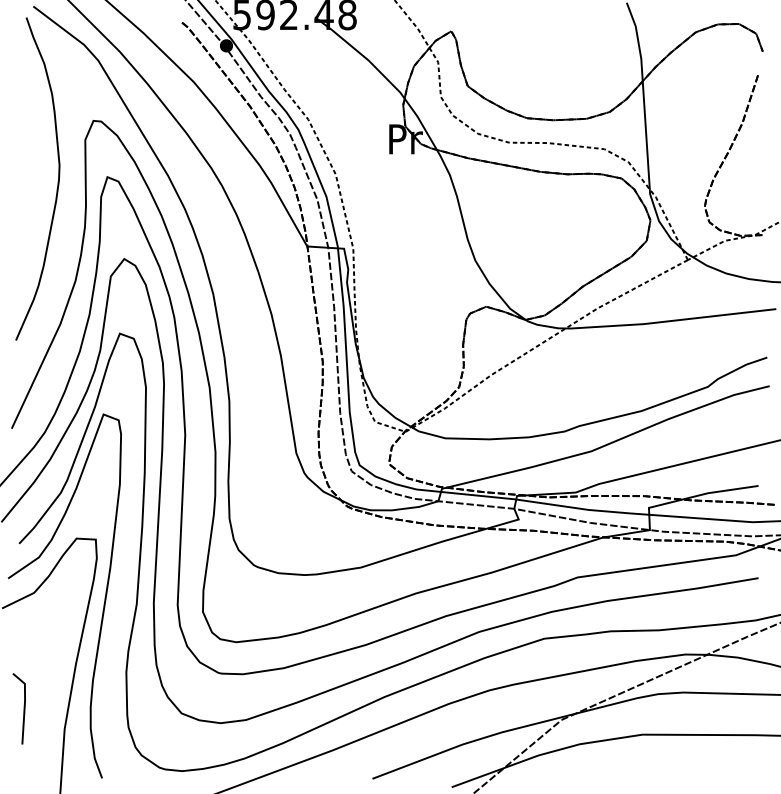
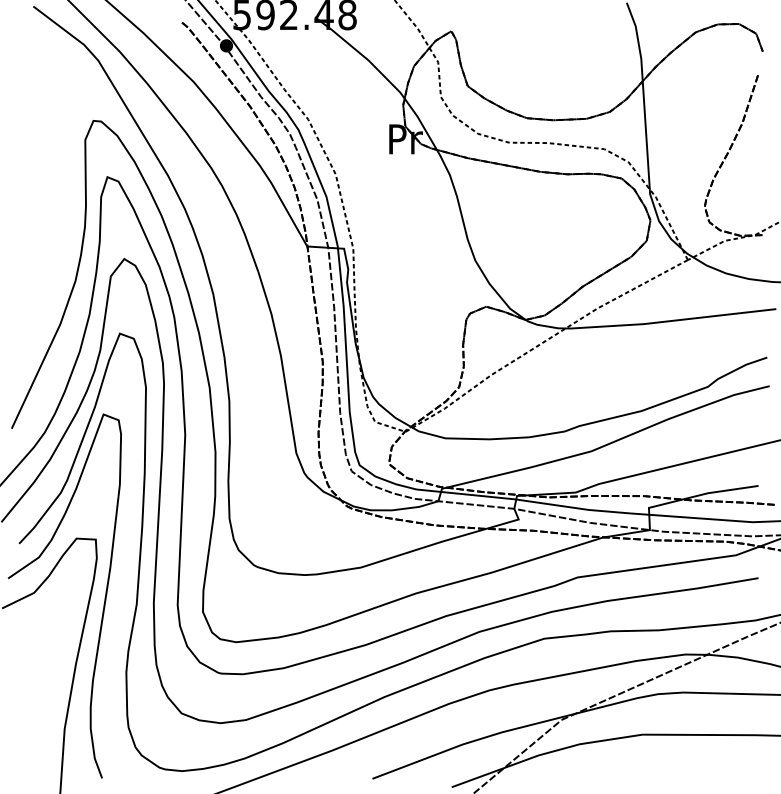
curve at (57, 181): present -> none
line at (23, 708): present -> none
